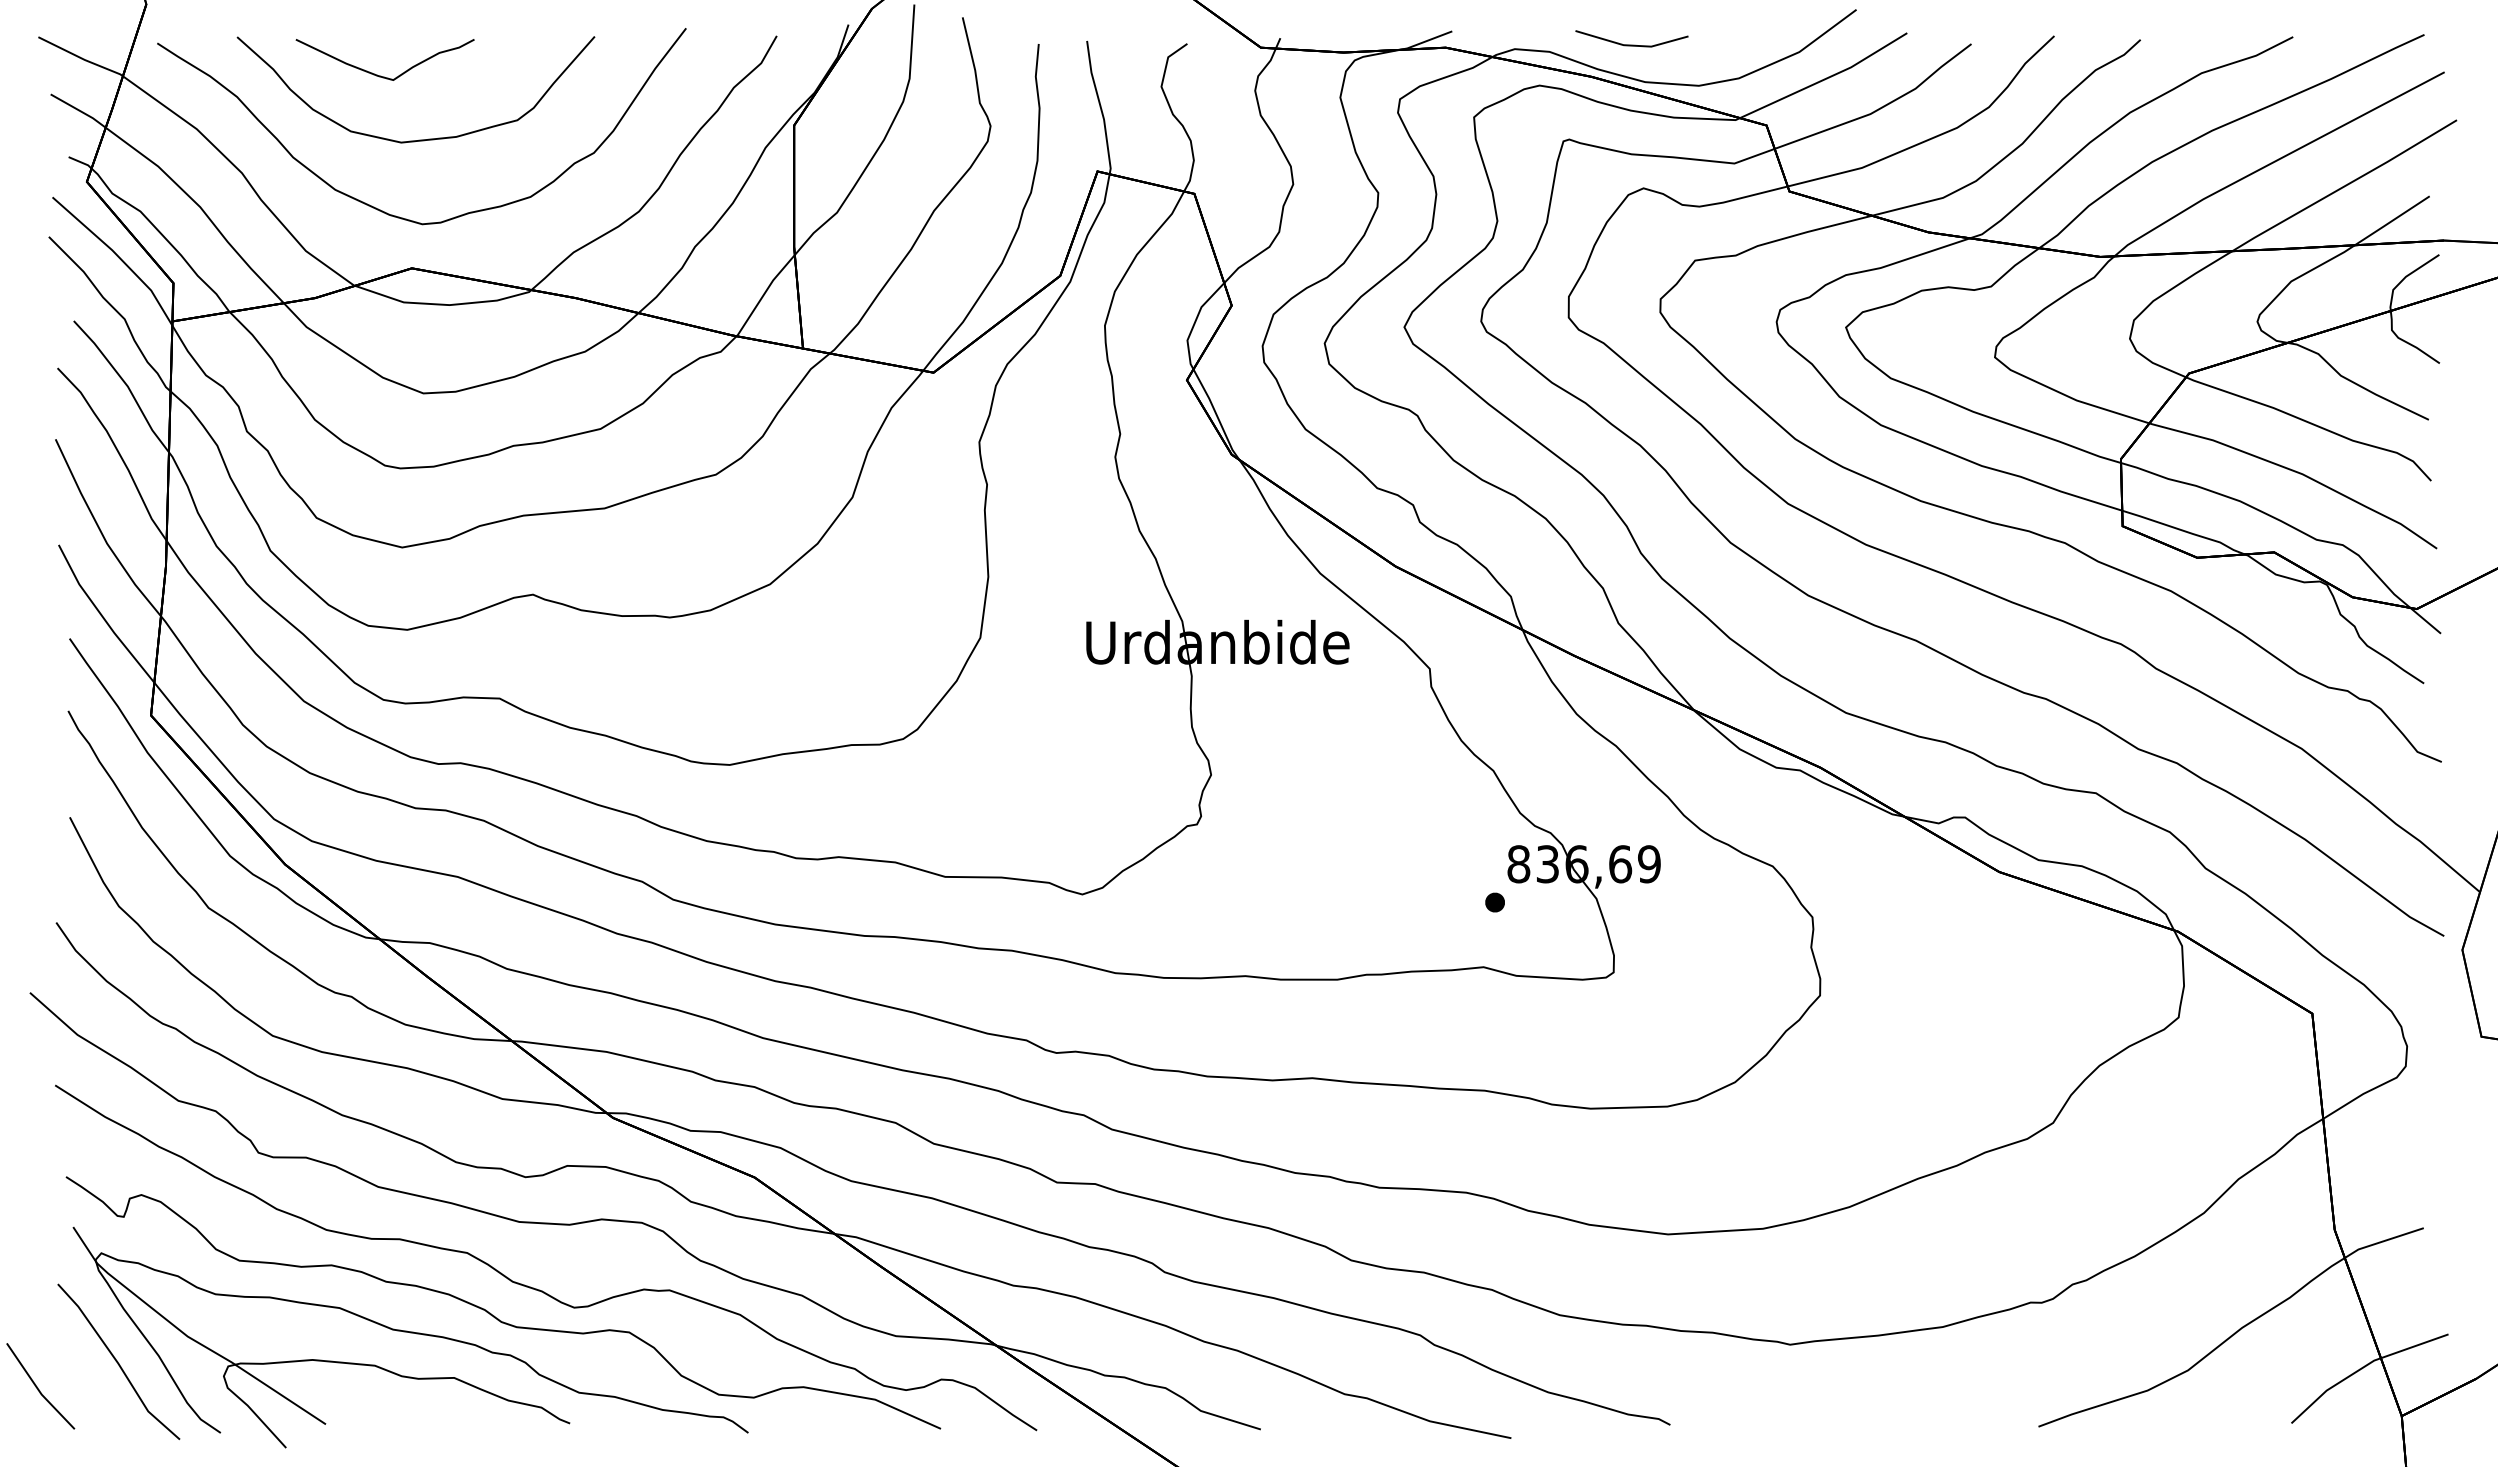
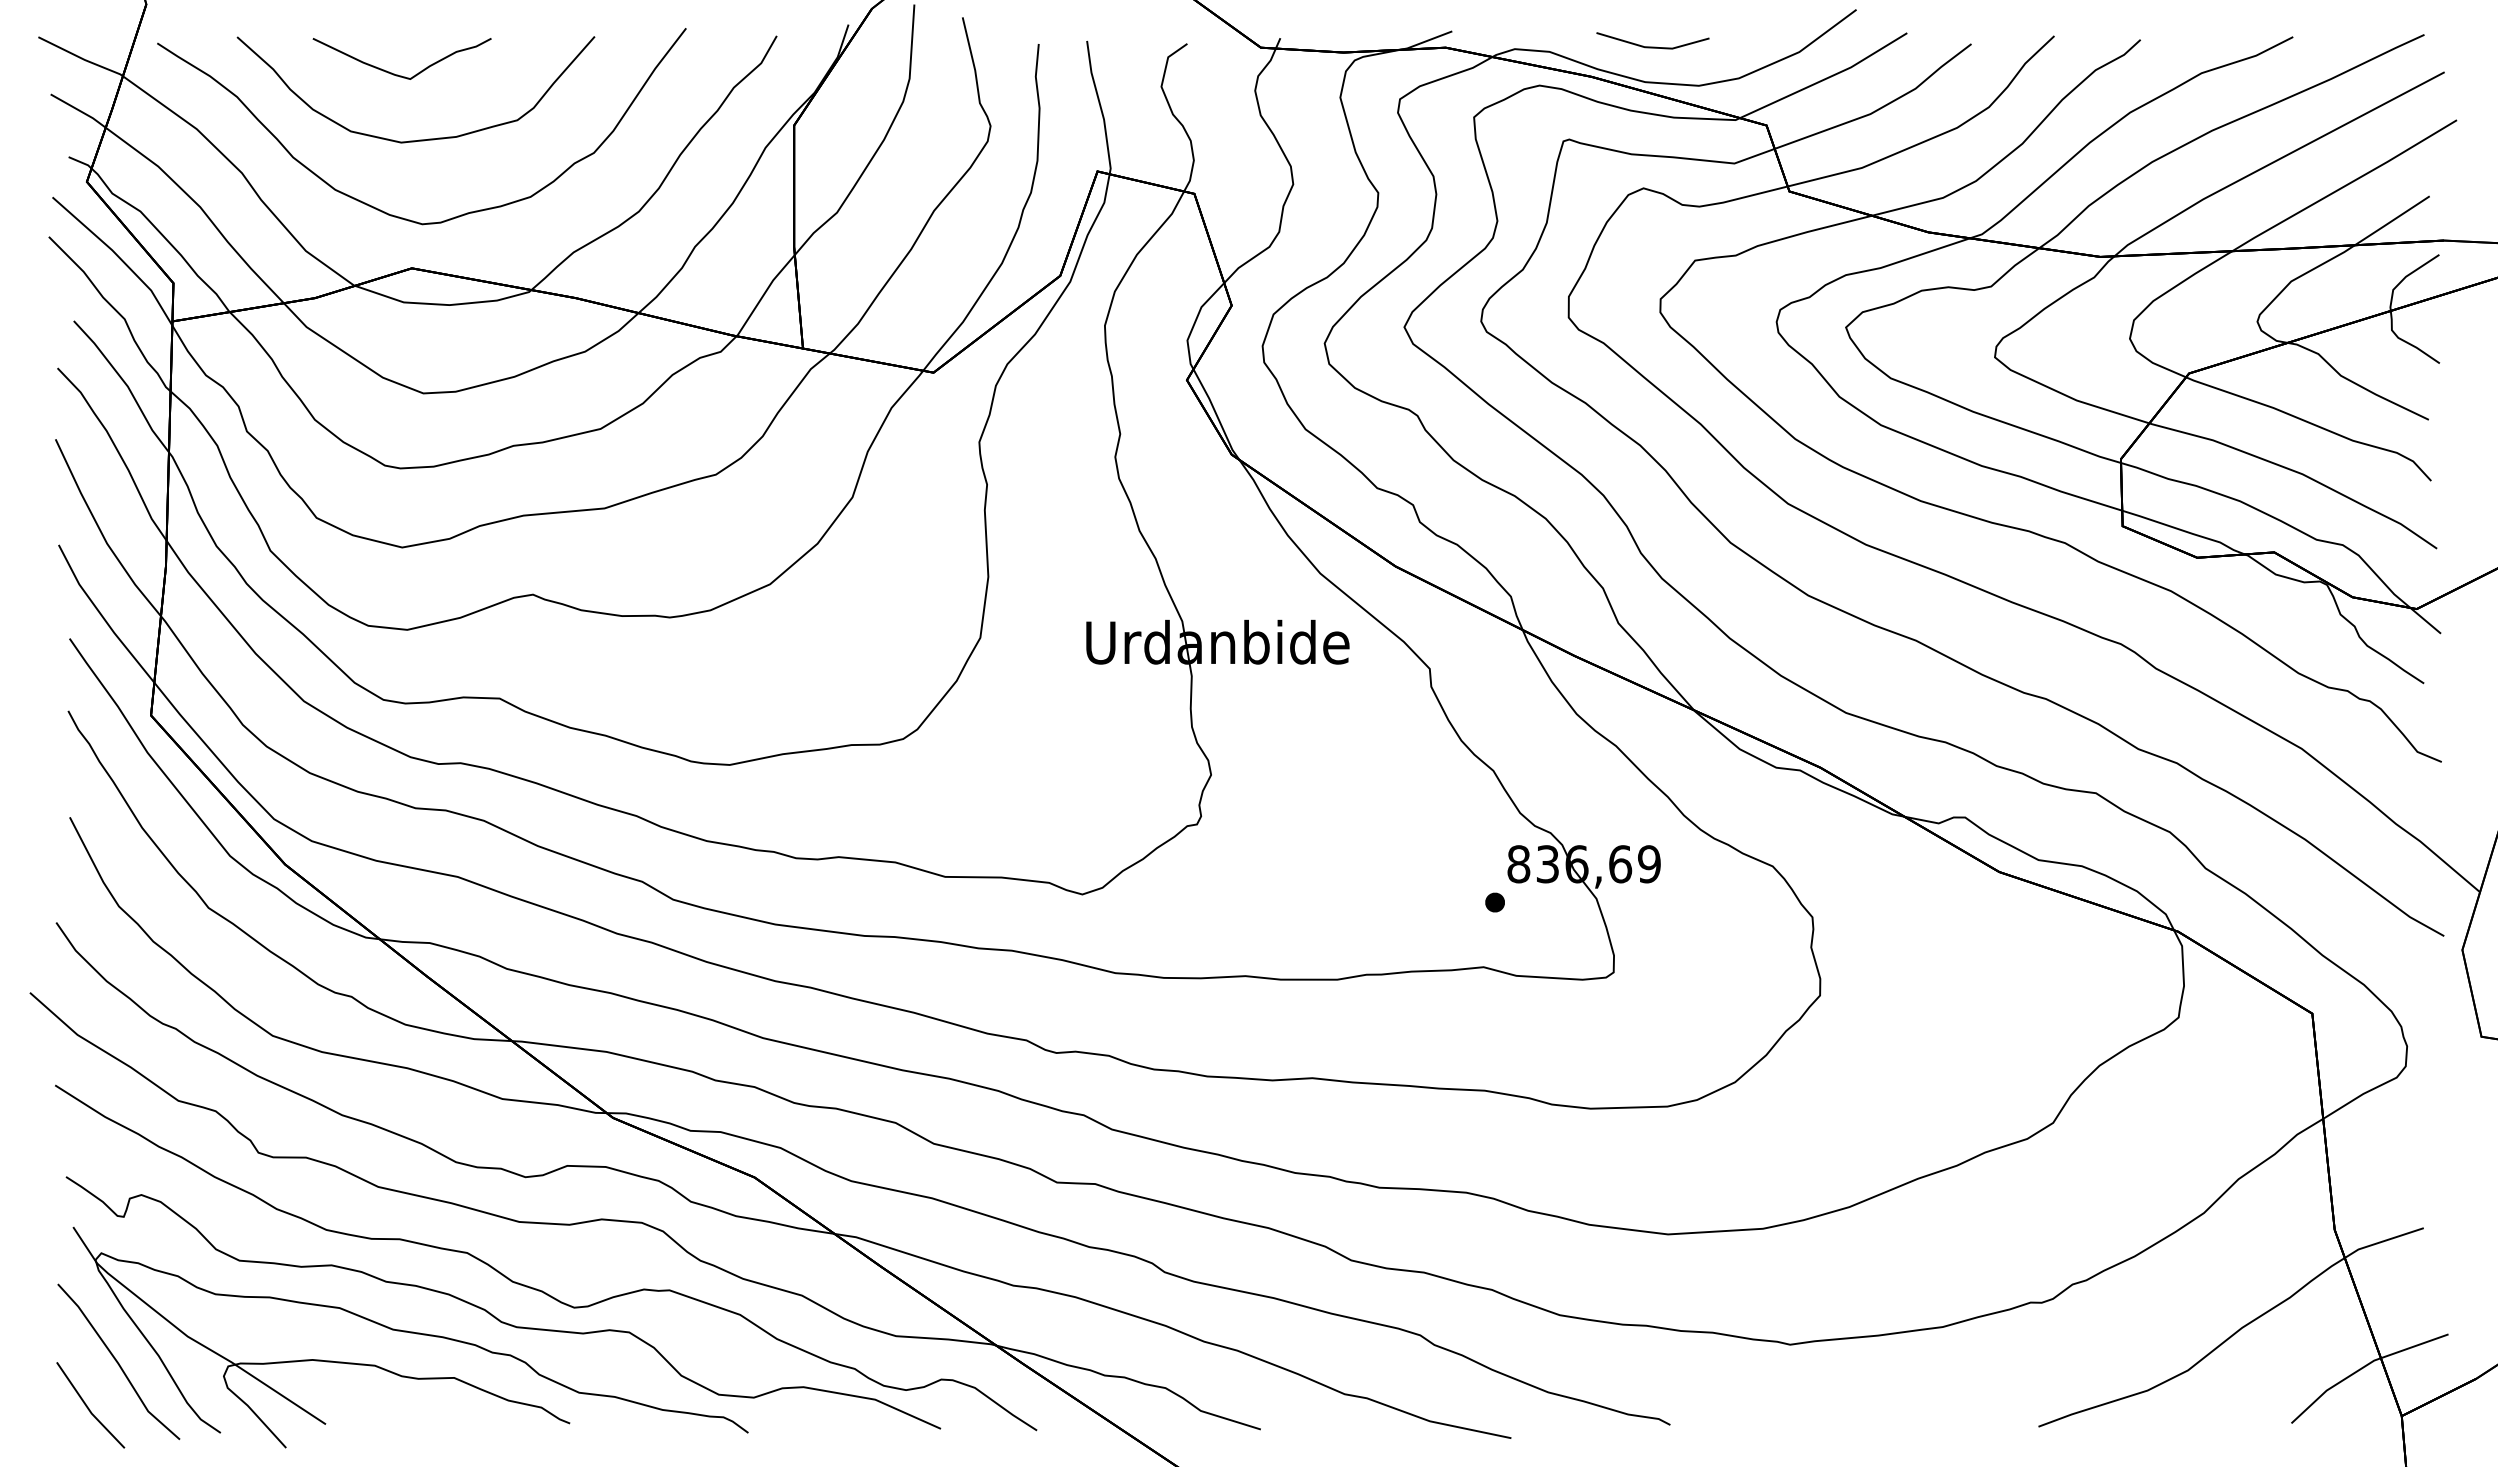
line at (1631, 44) position: (1631, 44) -> (1652, 46)
curve at (380, 75) position: (380, 75) -> (397, 74)
line at (38, 1388) position: (38, 1388) -> (88, 1407)
